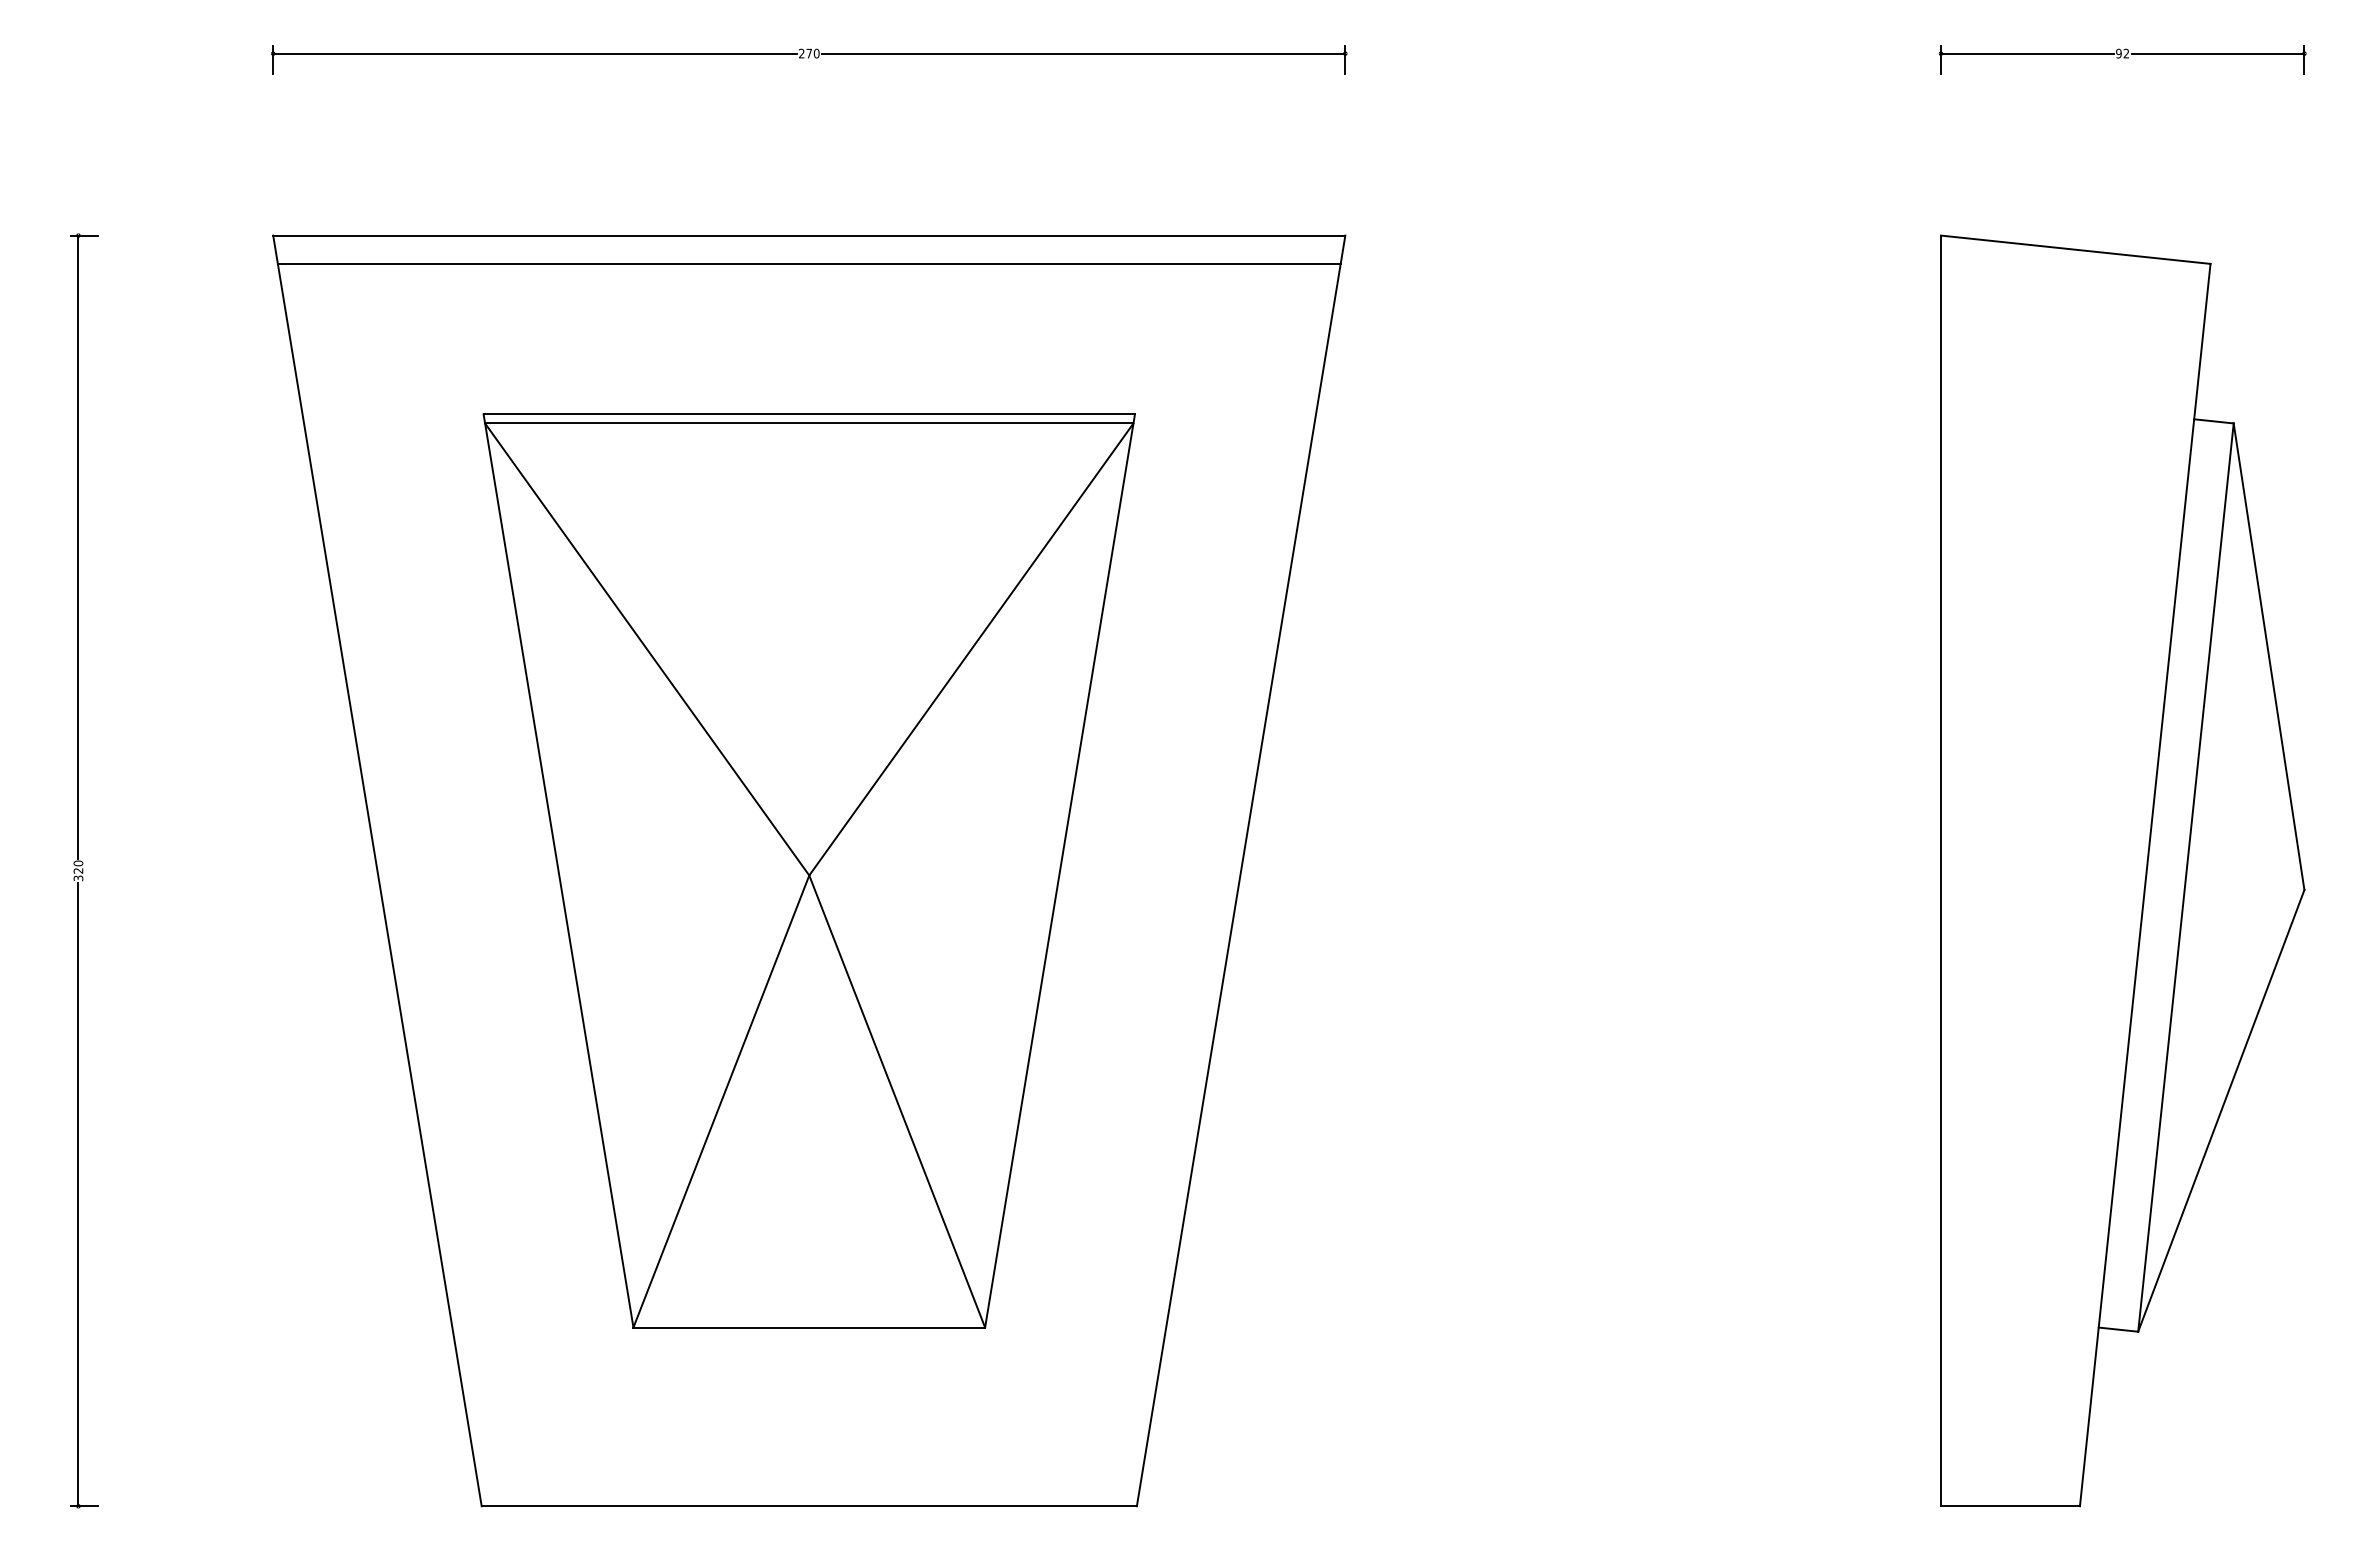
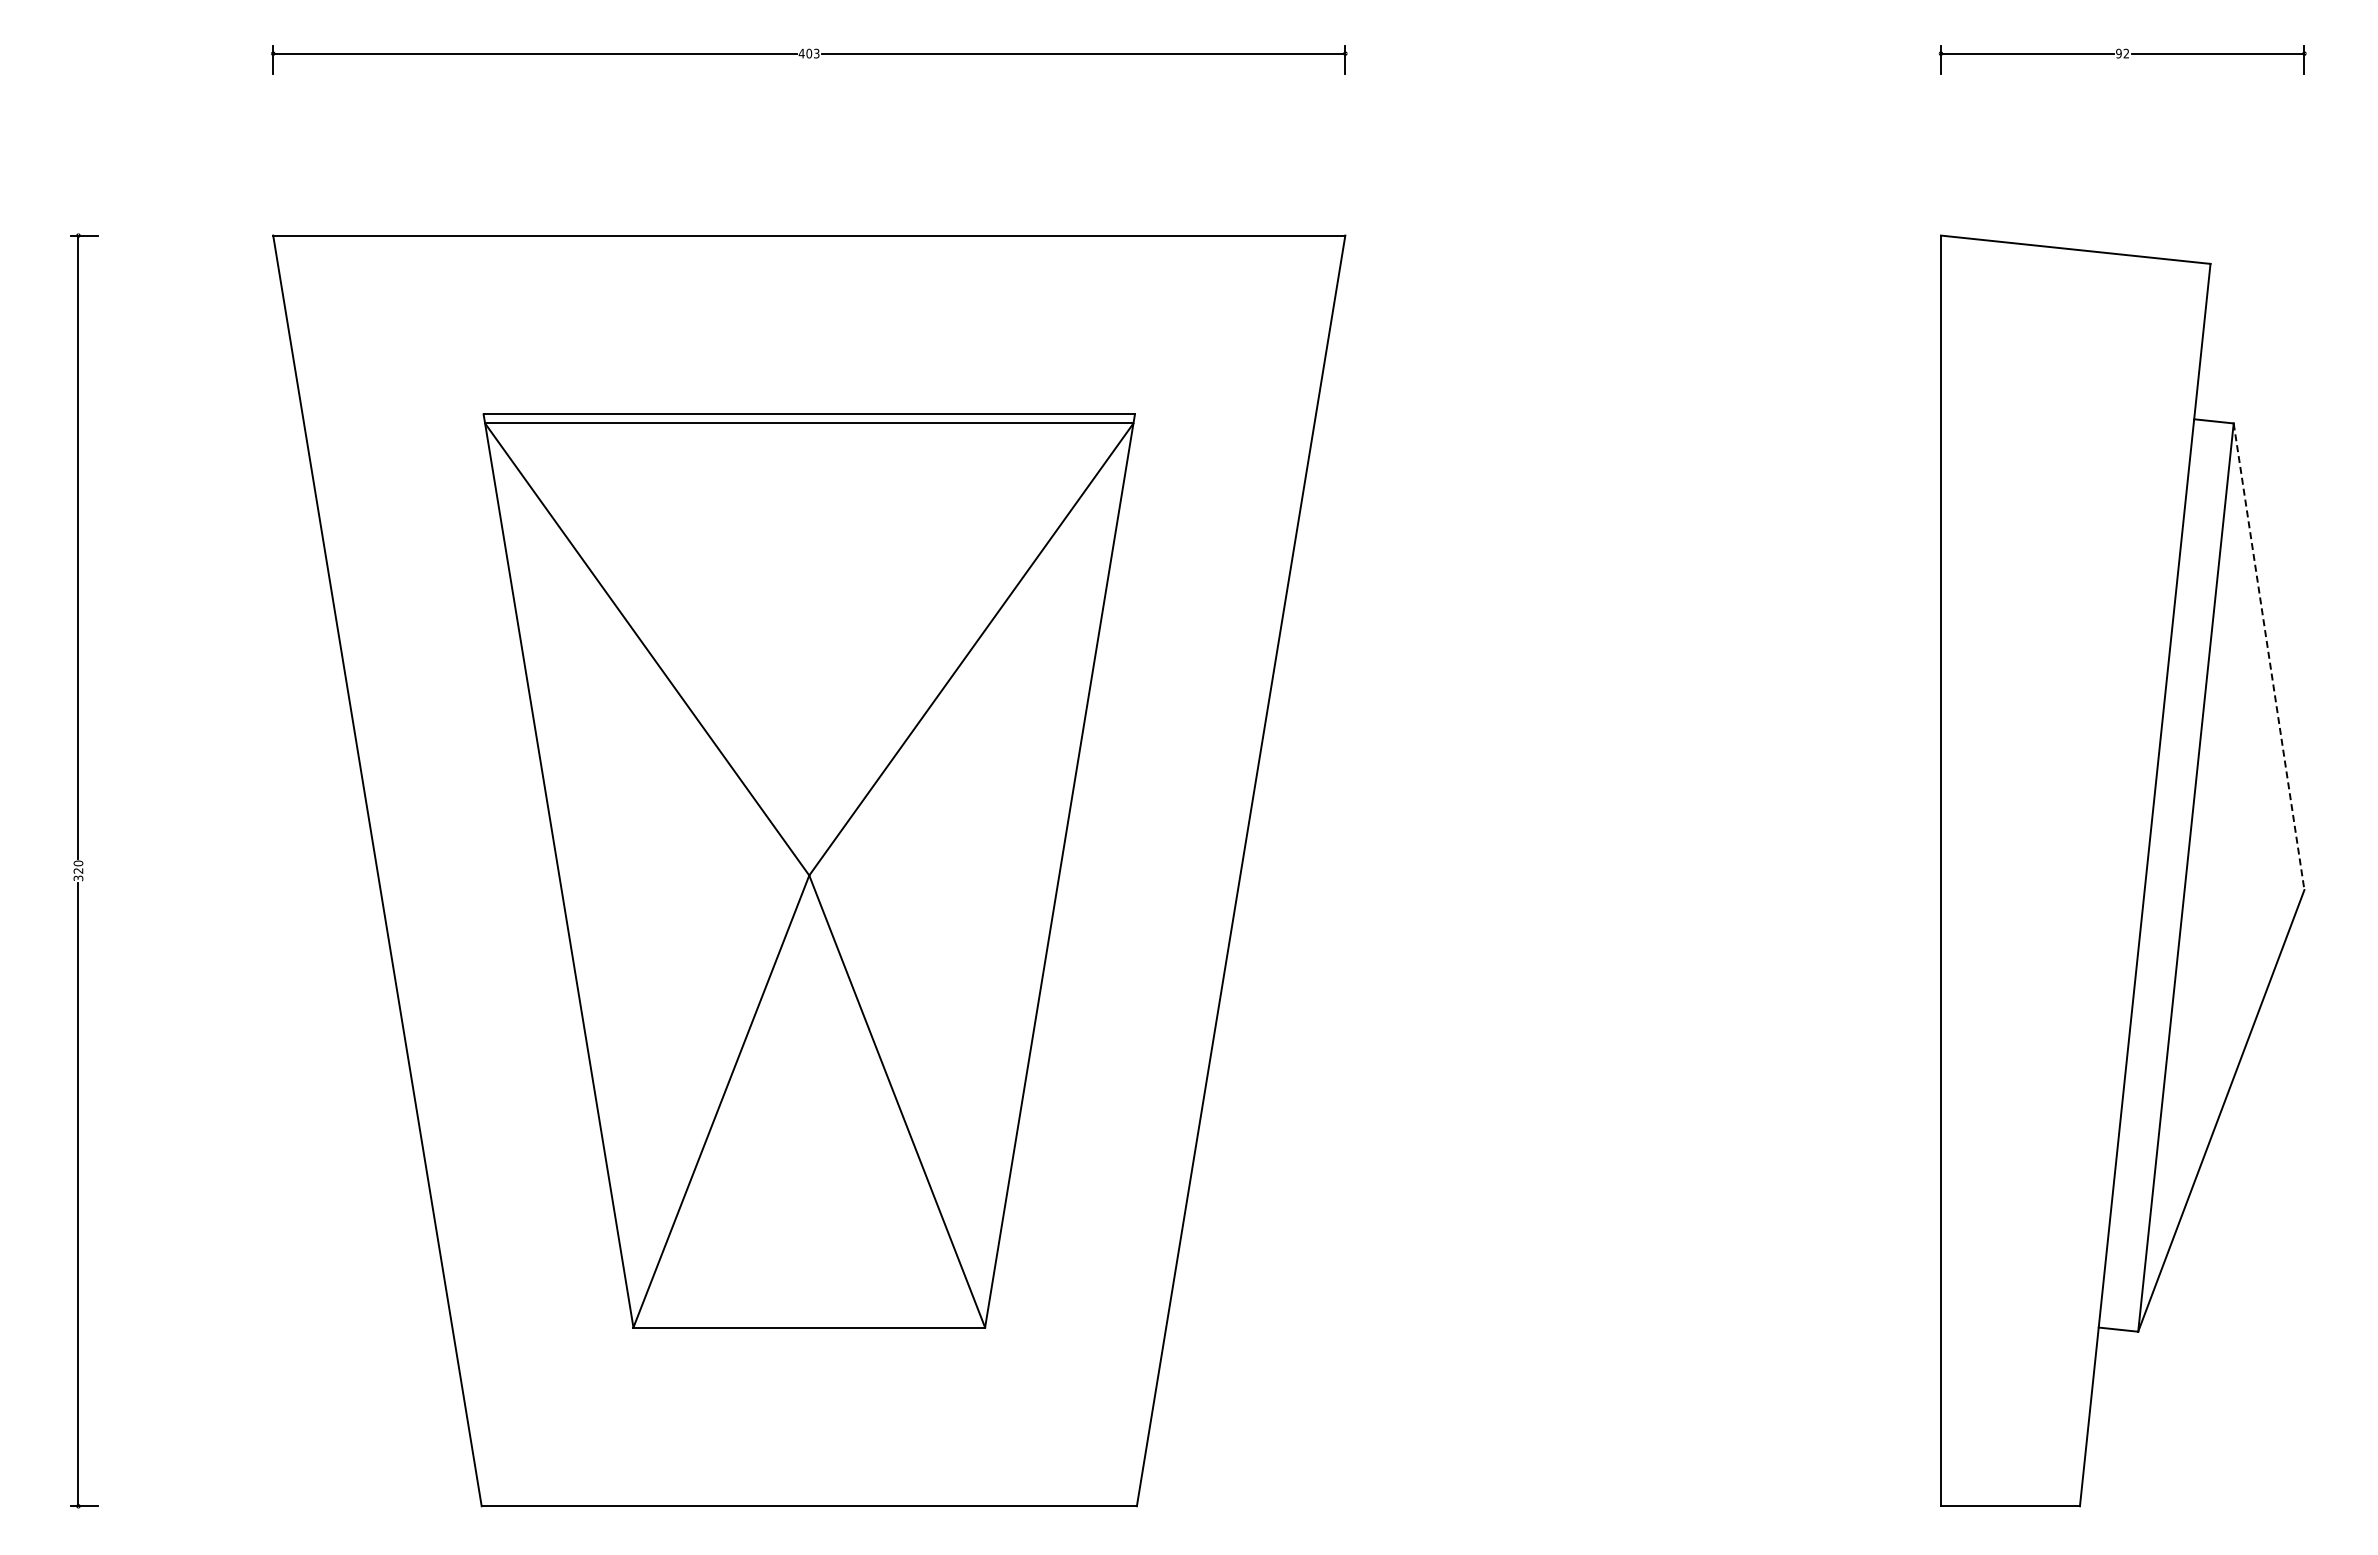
text at (808, 53): 270 -> 403
line at (808, 263): present -> none
line at (2269, 656): solid -> dashed
